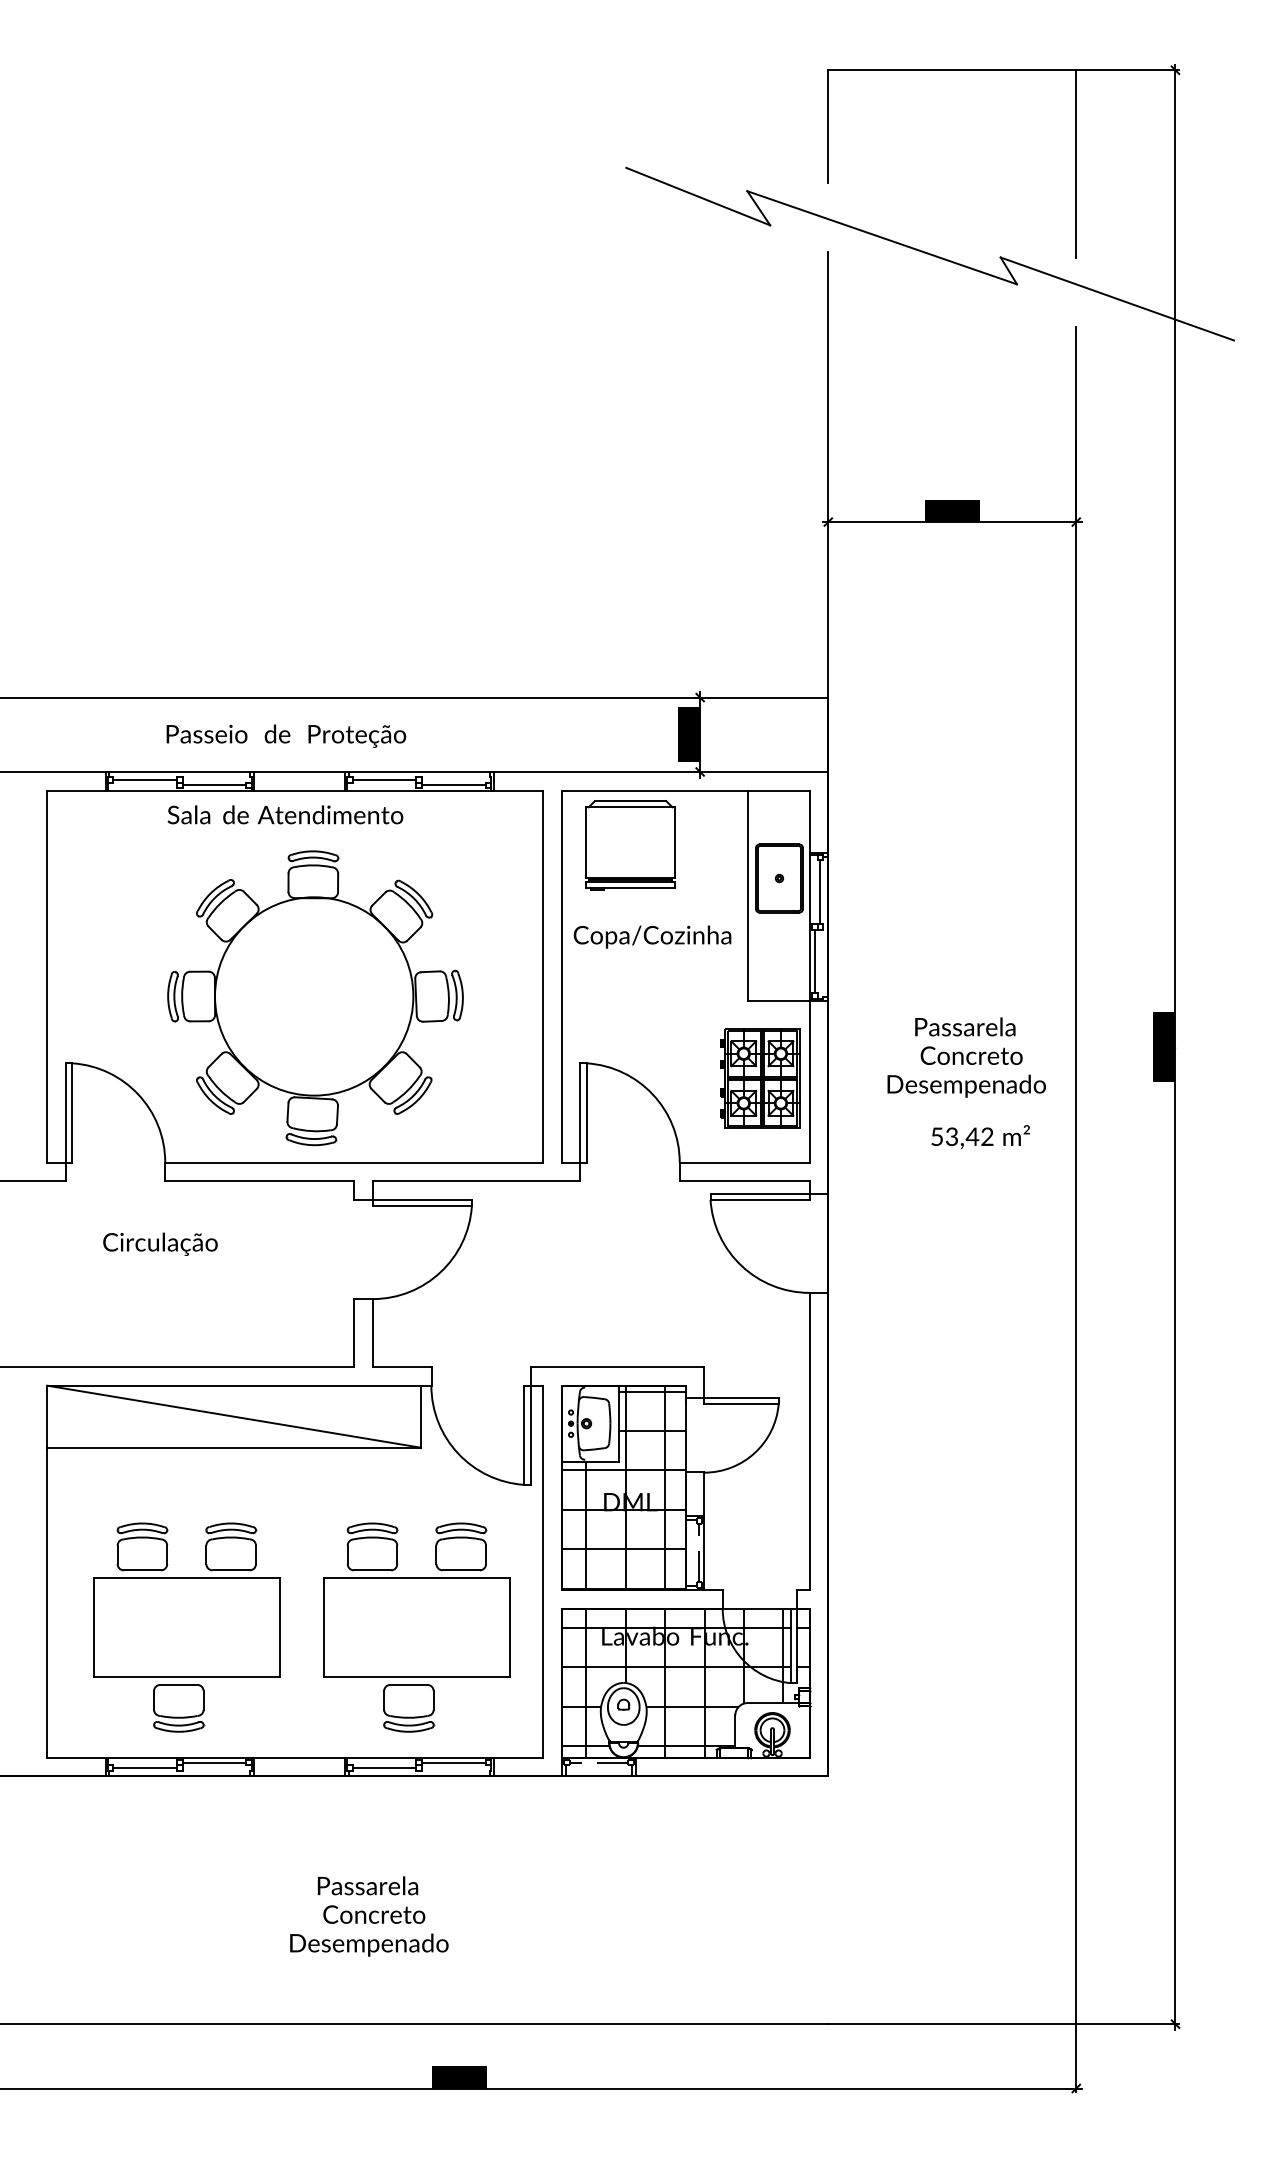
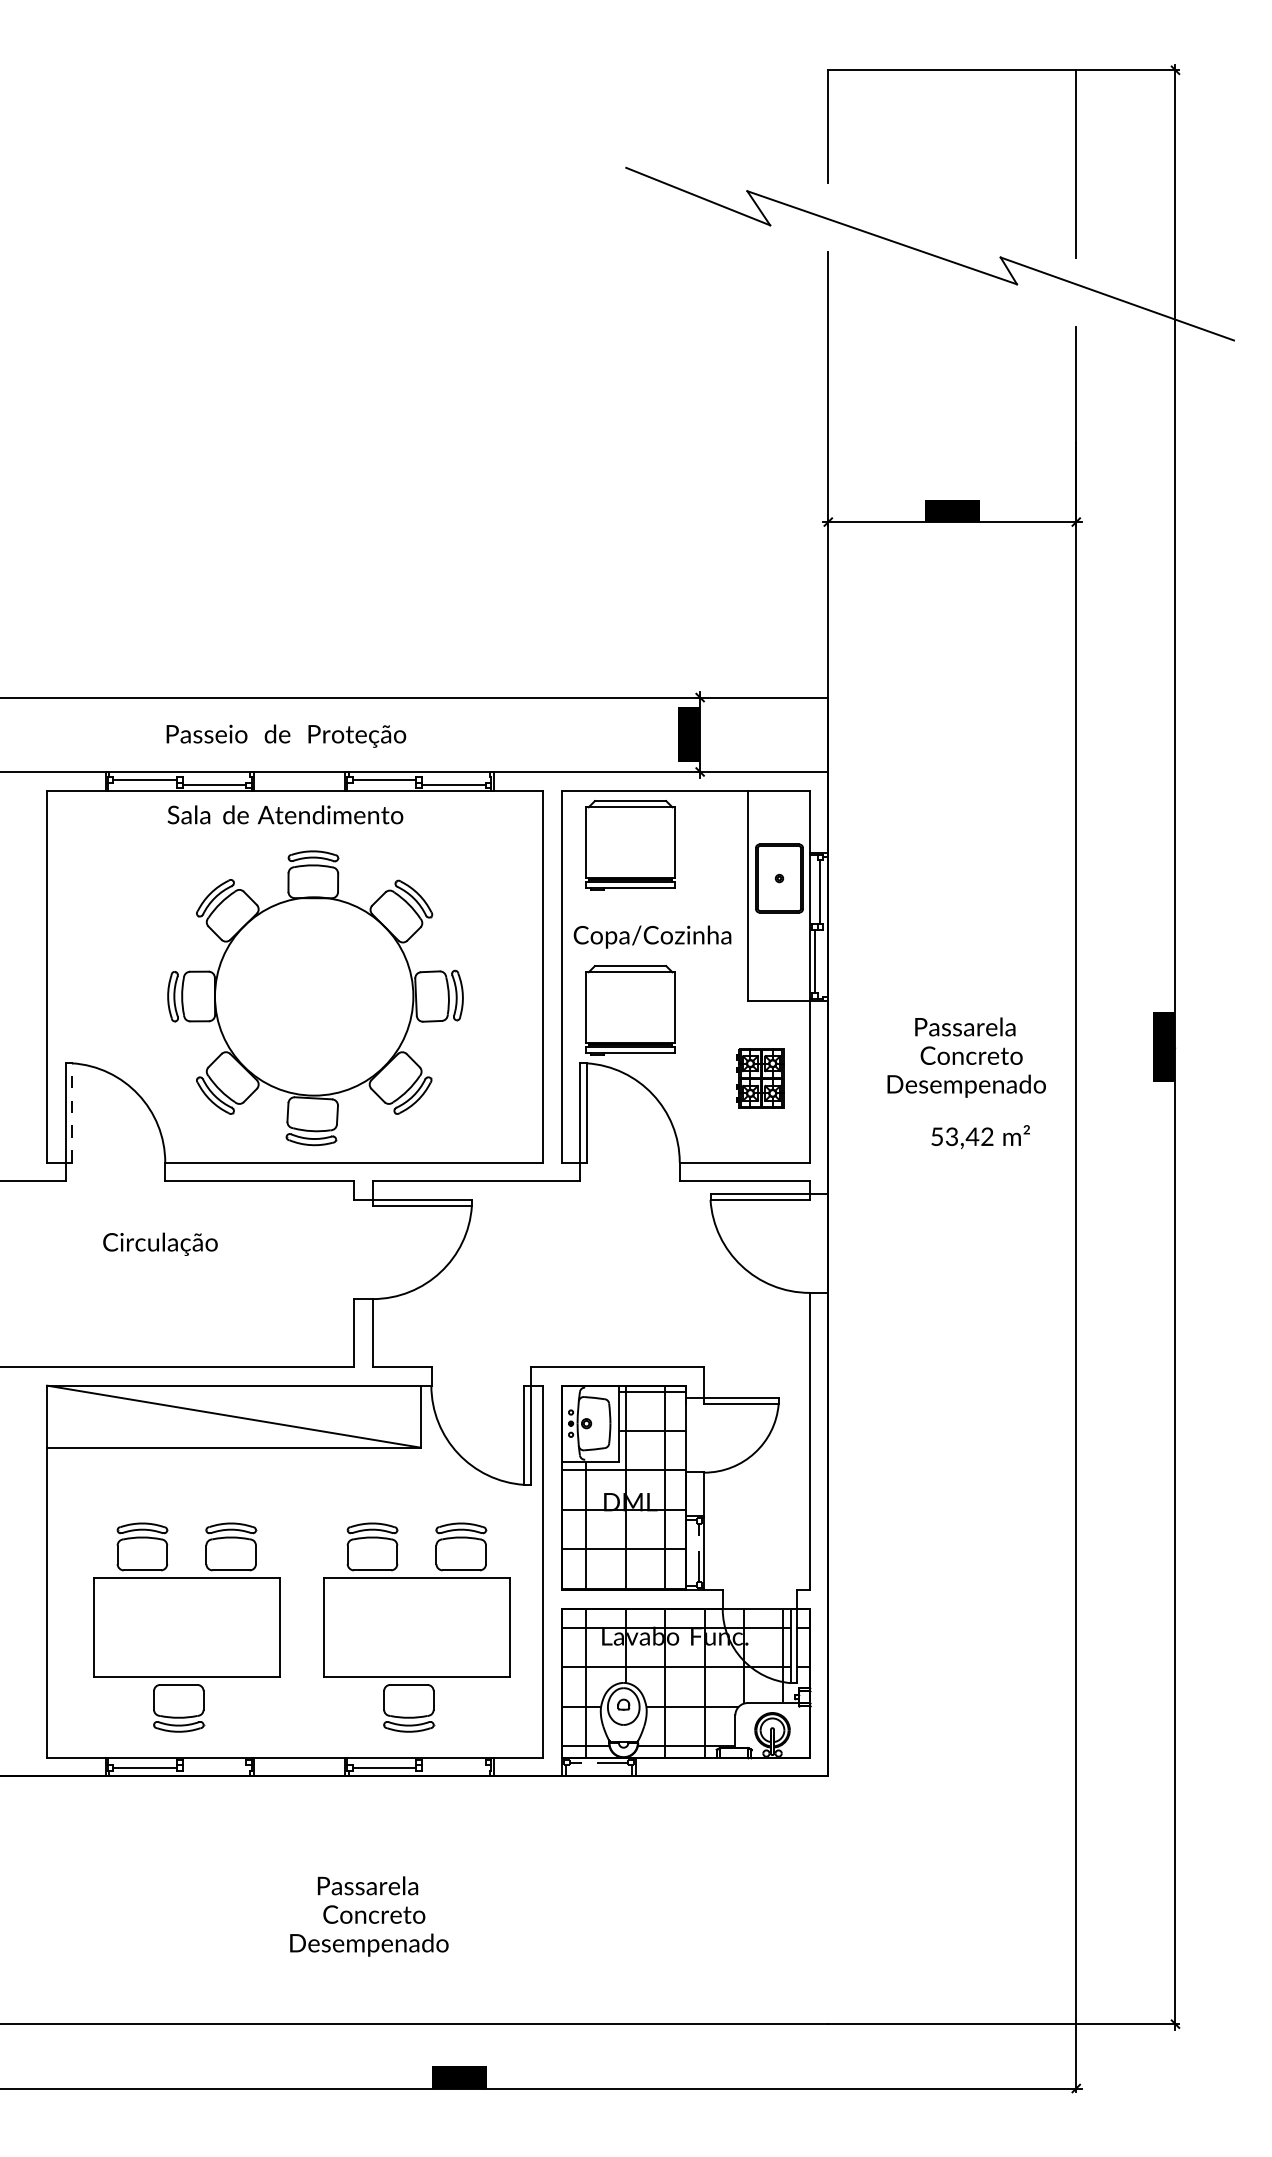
part at (630, 1010): none -> present
part at (760, 1078) size: 81x101 px -> 49x61 px
line at (72, 1112): solid -> dashed
line at (214, 1762): present -> none
line at (453, 1762): present -> none
